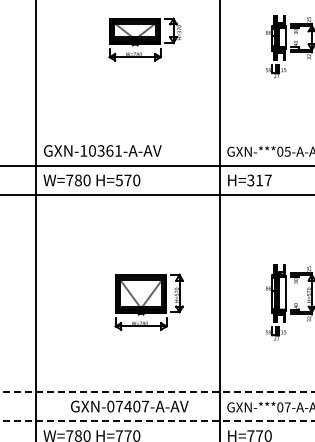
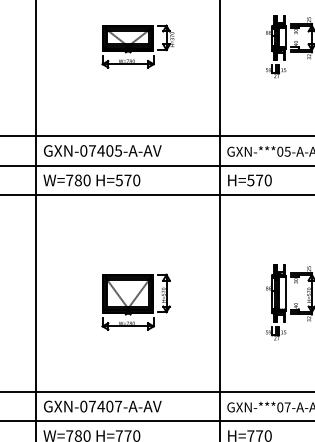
part at (144, 39) position: (144, 39) -> (137, 46)
line at (156, 136): none -> present
text at (100, 150): GXN-10361-A-AV -> GXN-07405-A-AV
text at (259, 180): H=317 -> H=570
part at (148, 301) position: (148, 301) -> (135, 301)
line at (157, 391): dashed -> solid
text at (129, 406) position: (129, 406) -> (102, 406)
line at (157, 421): dashed -> solid
